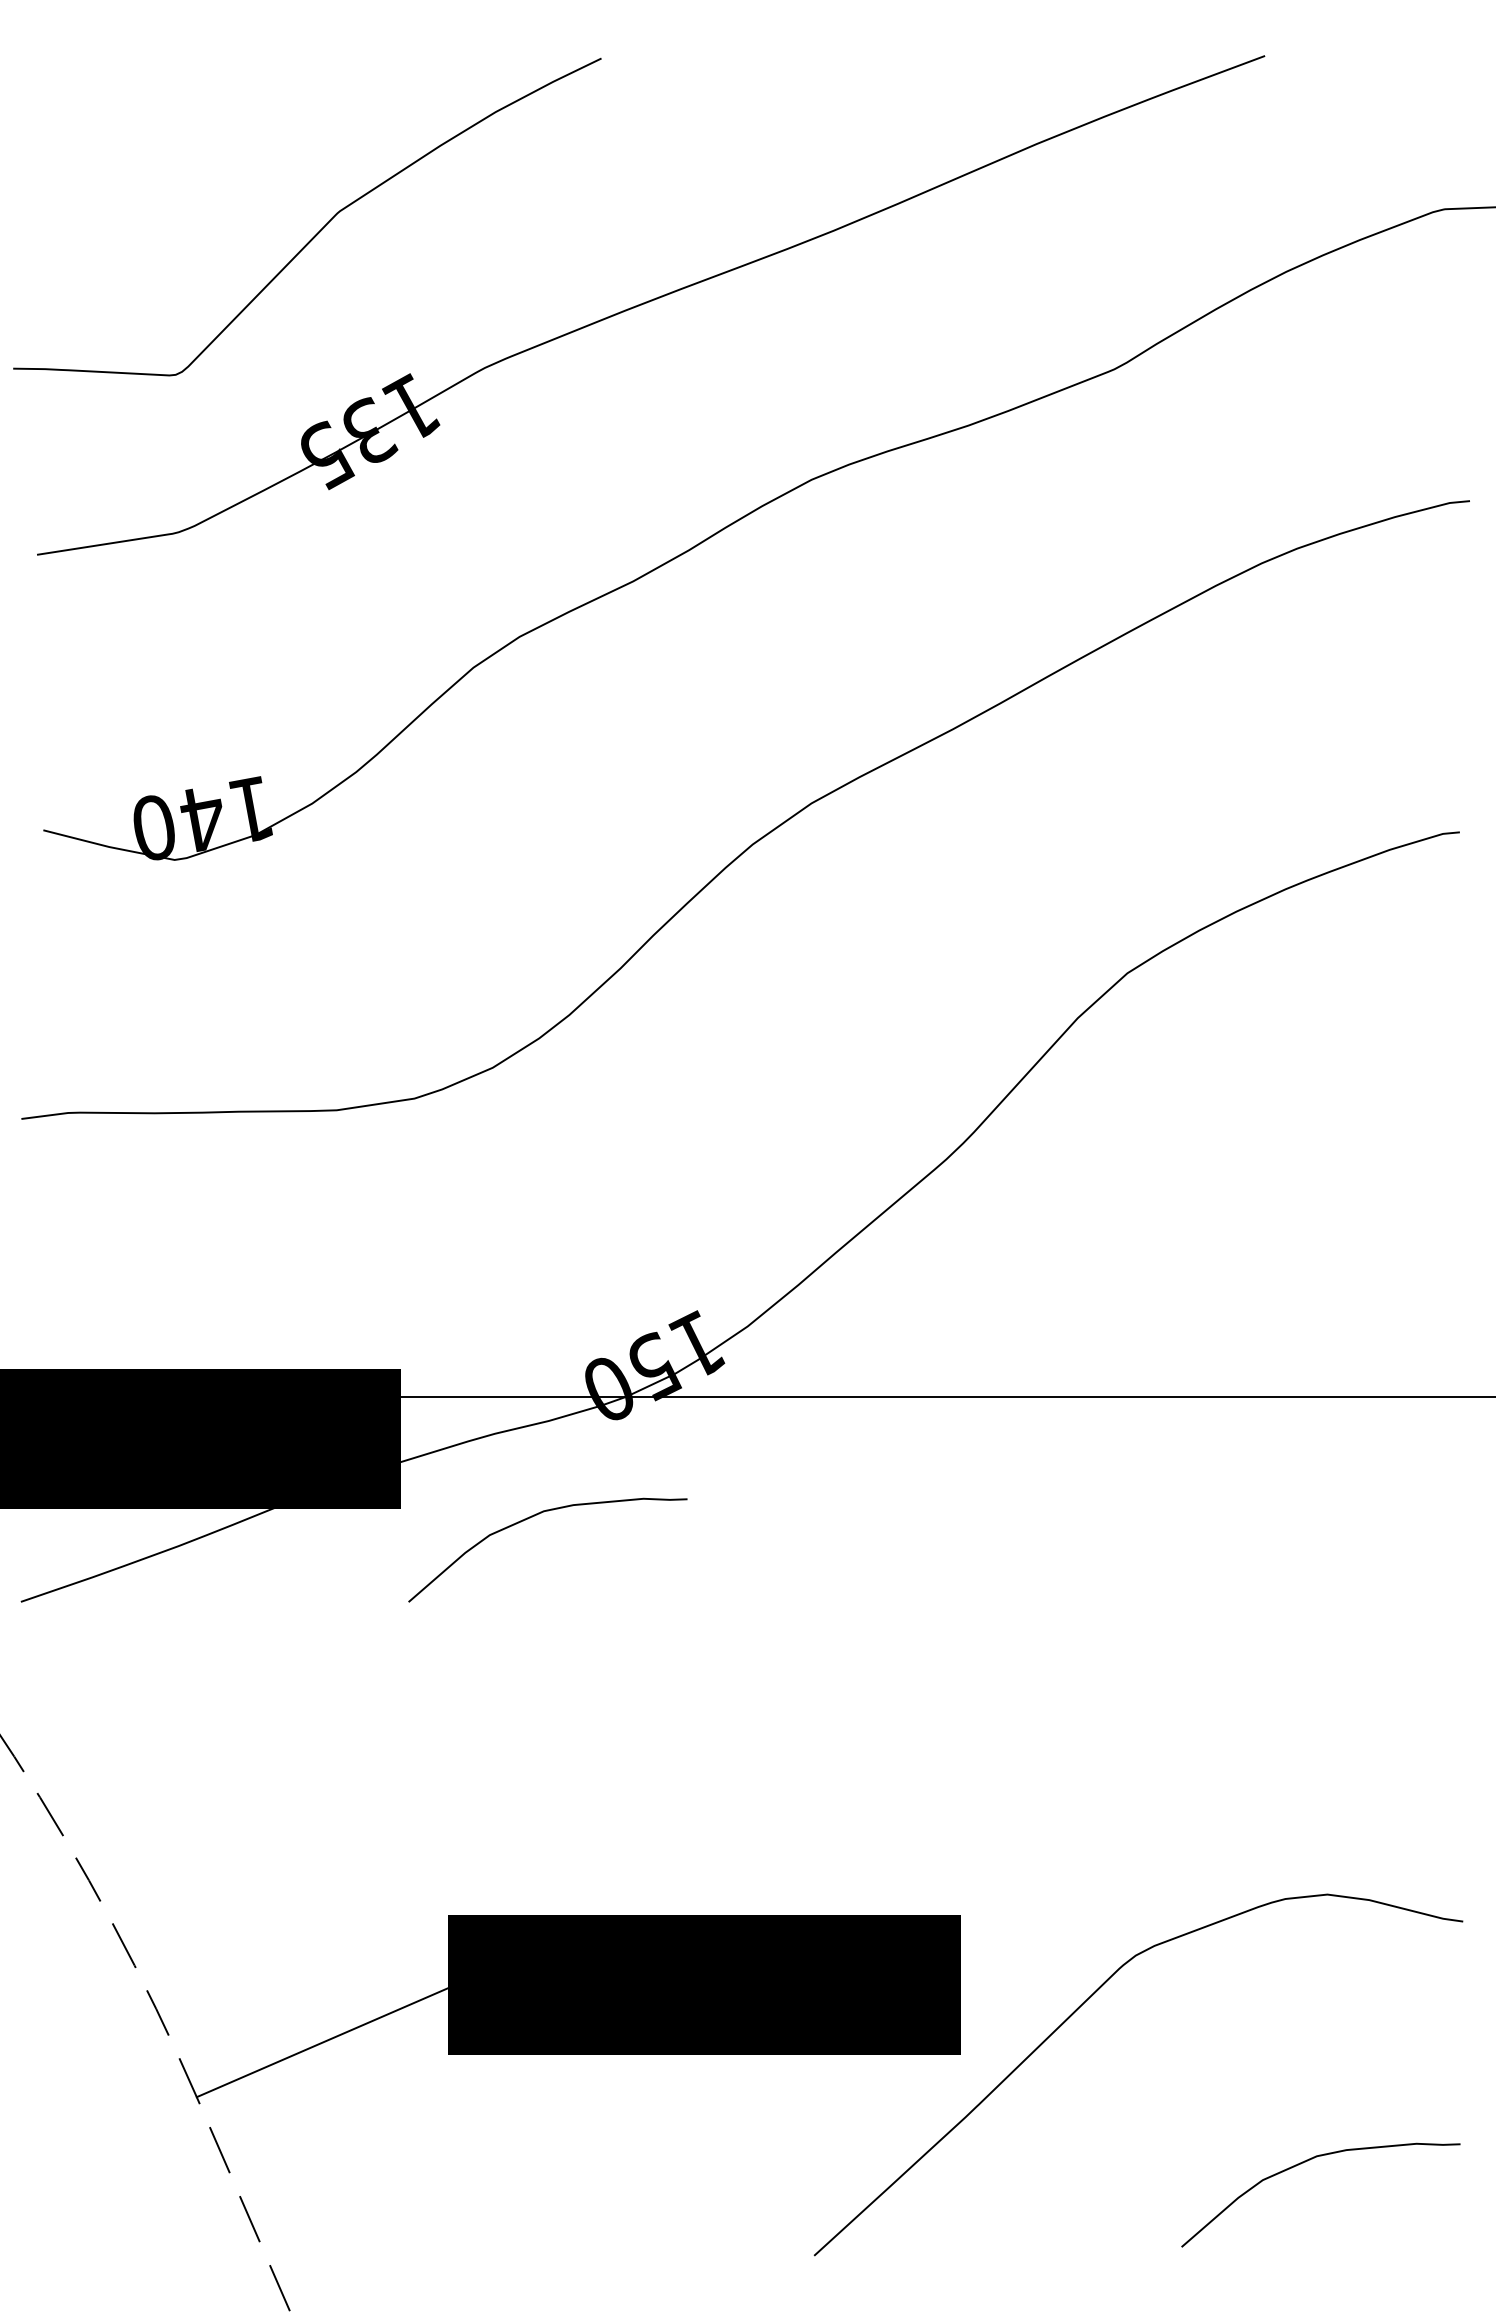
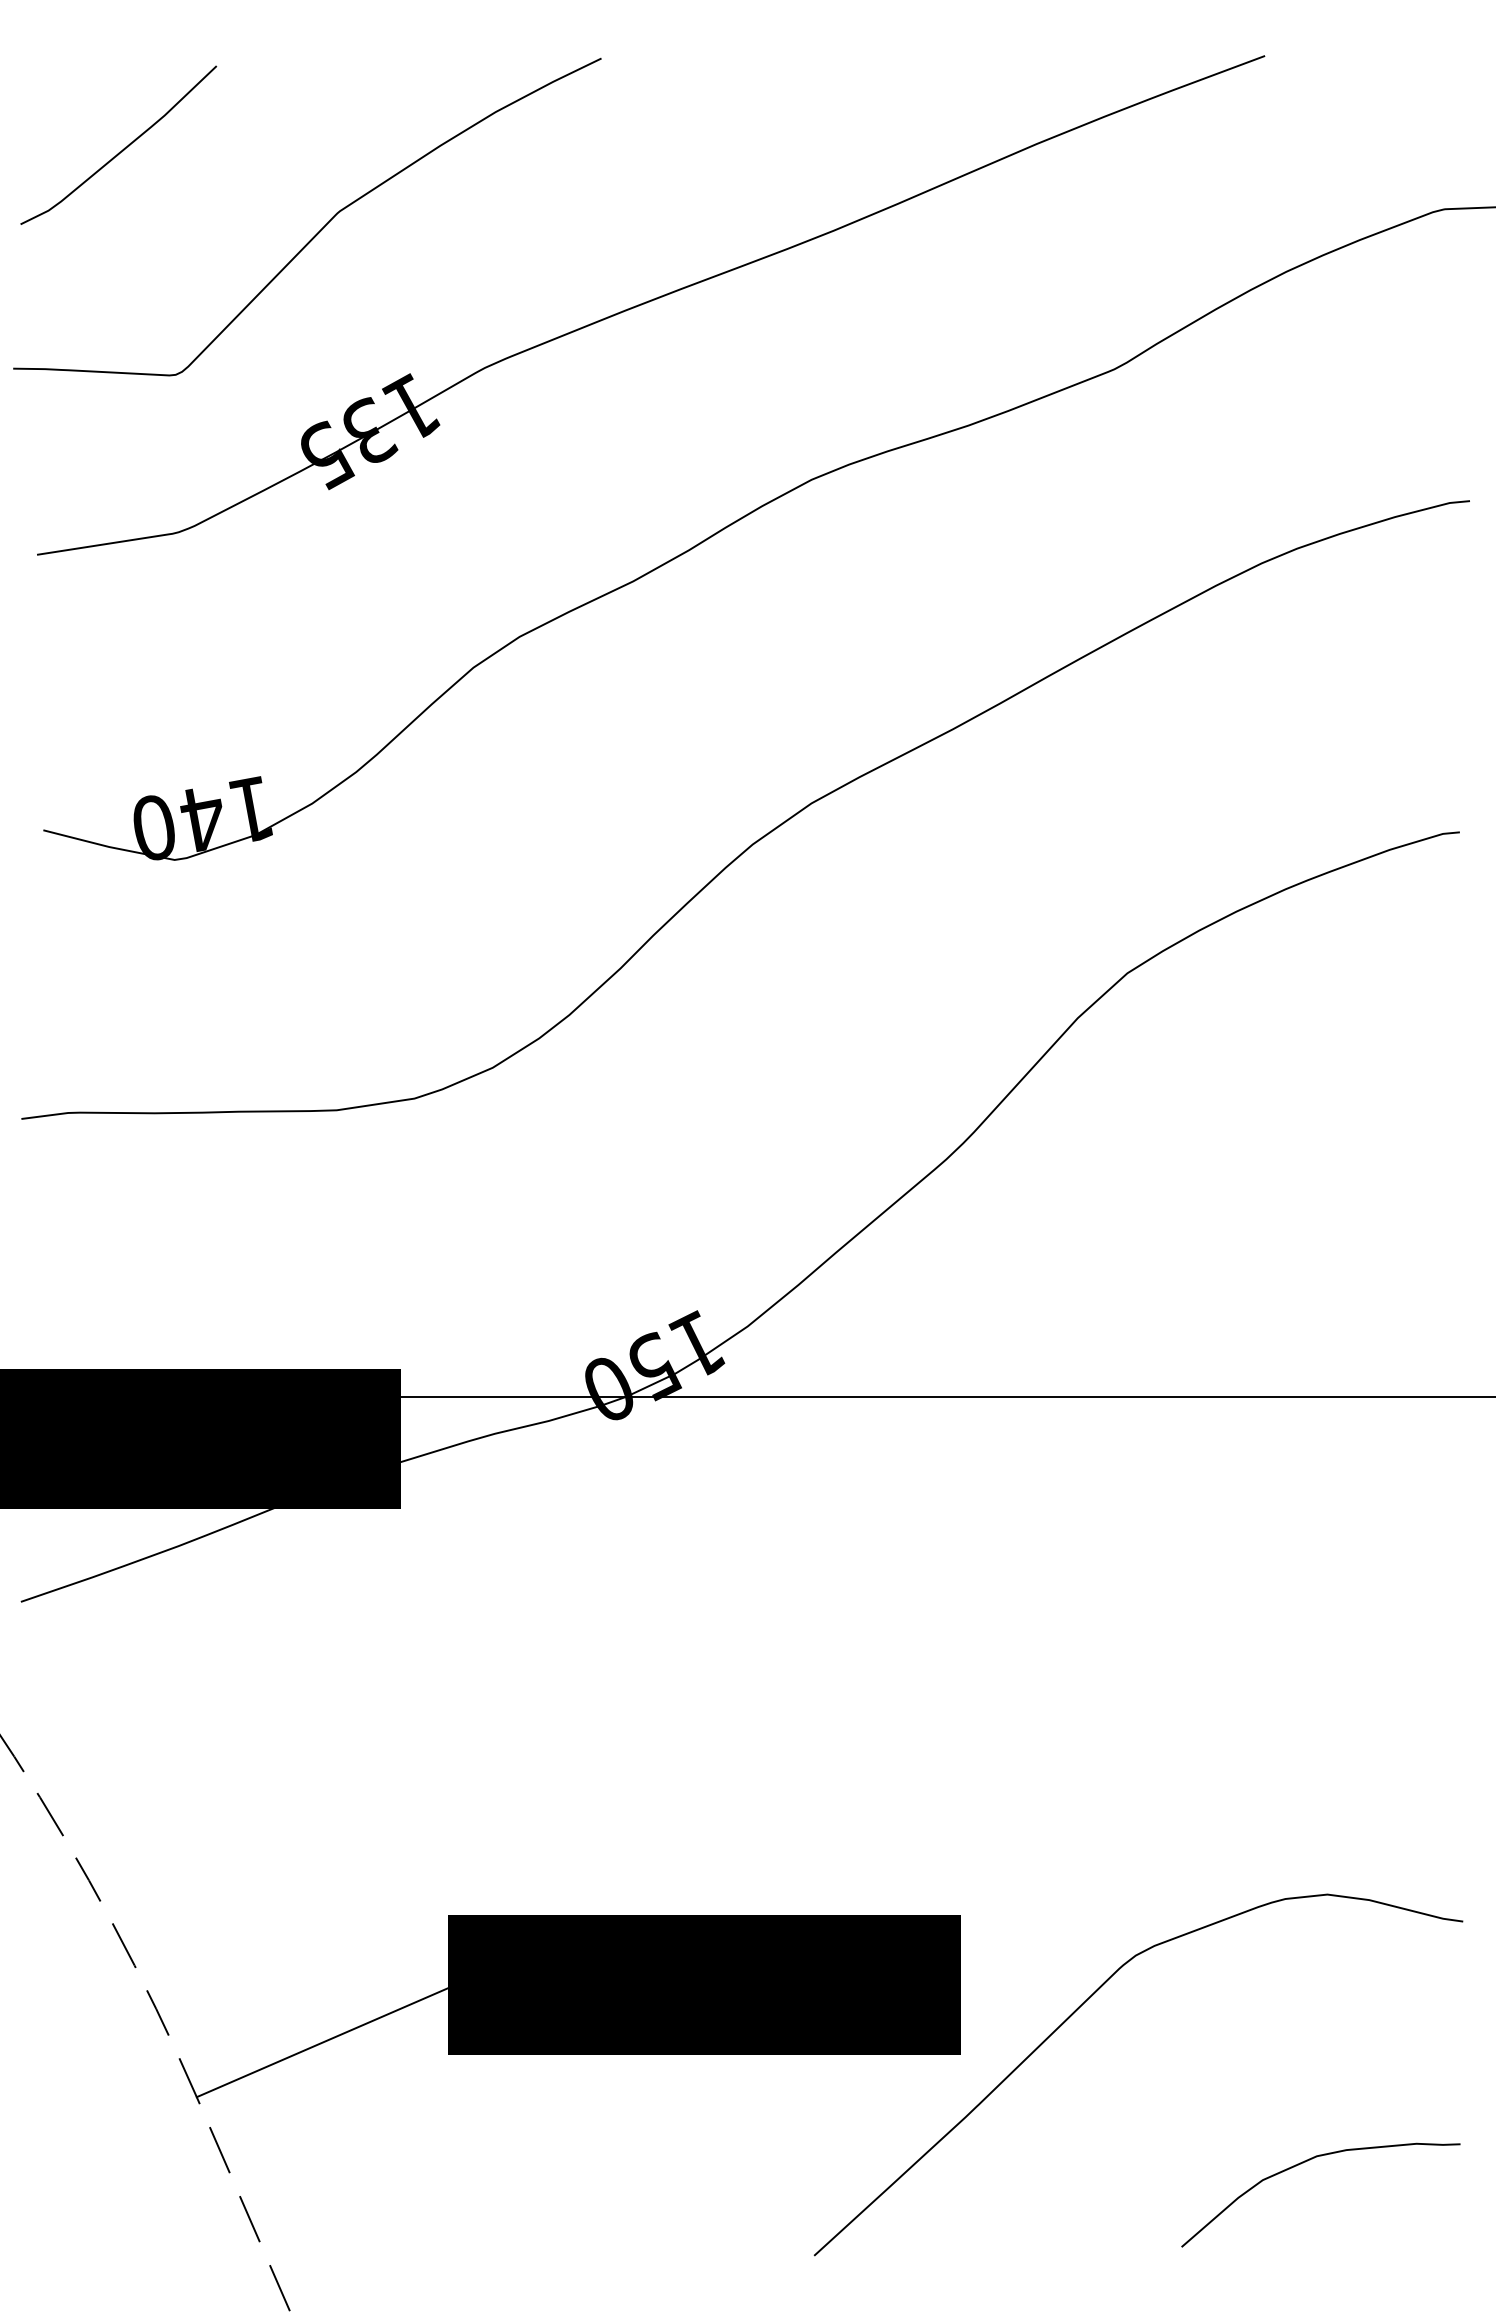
curve at (123, 148): none -> present
curve at (532, 1517): present -> none
